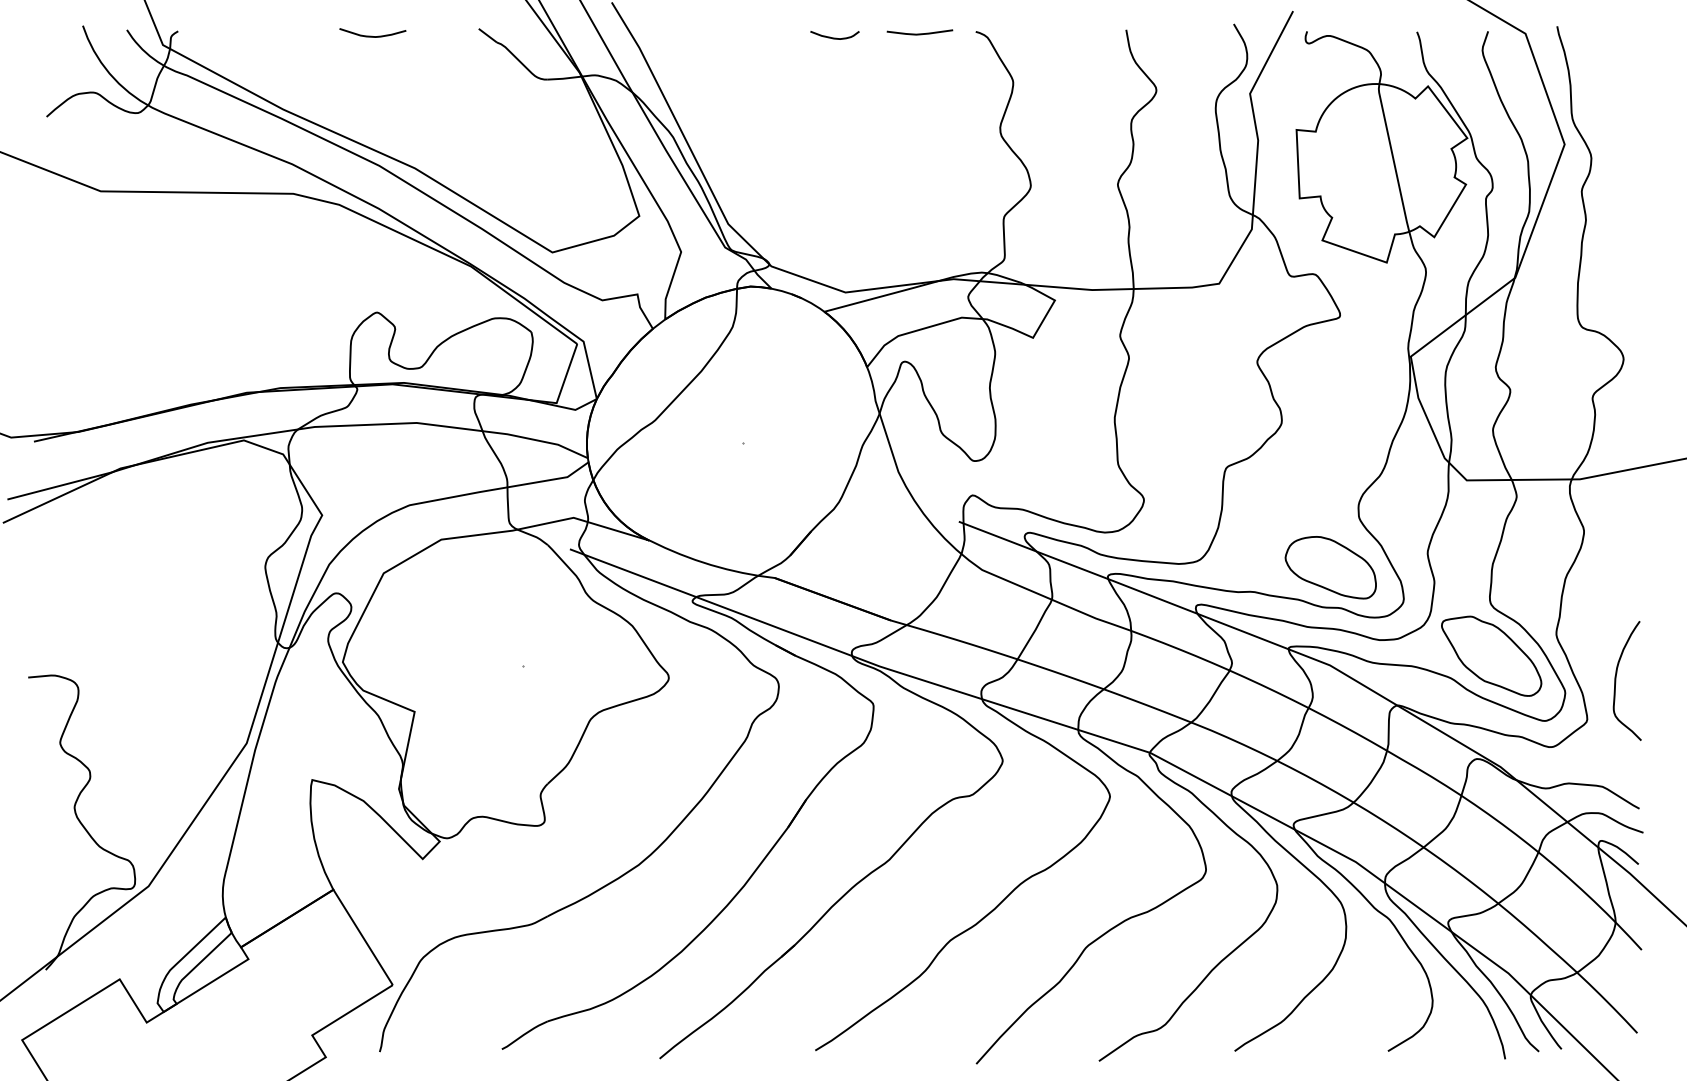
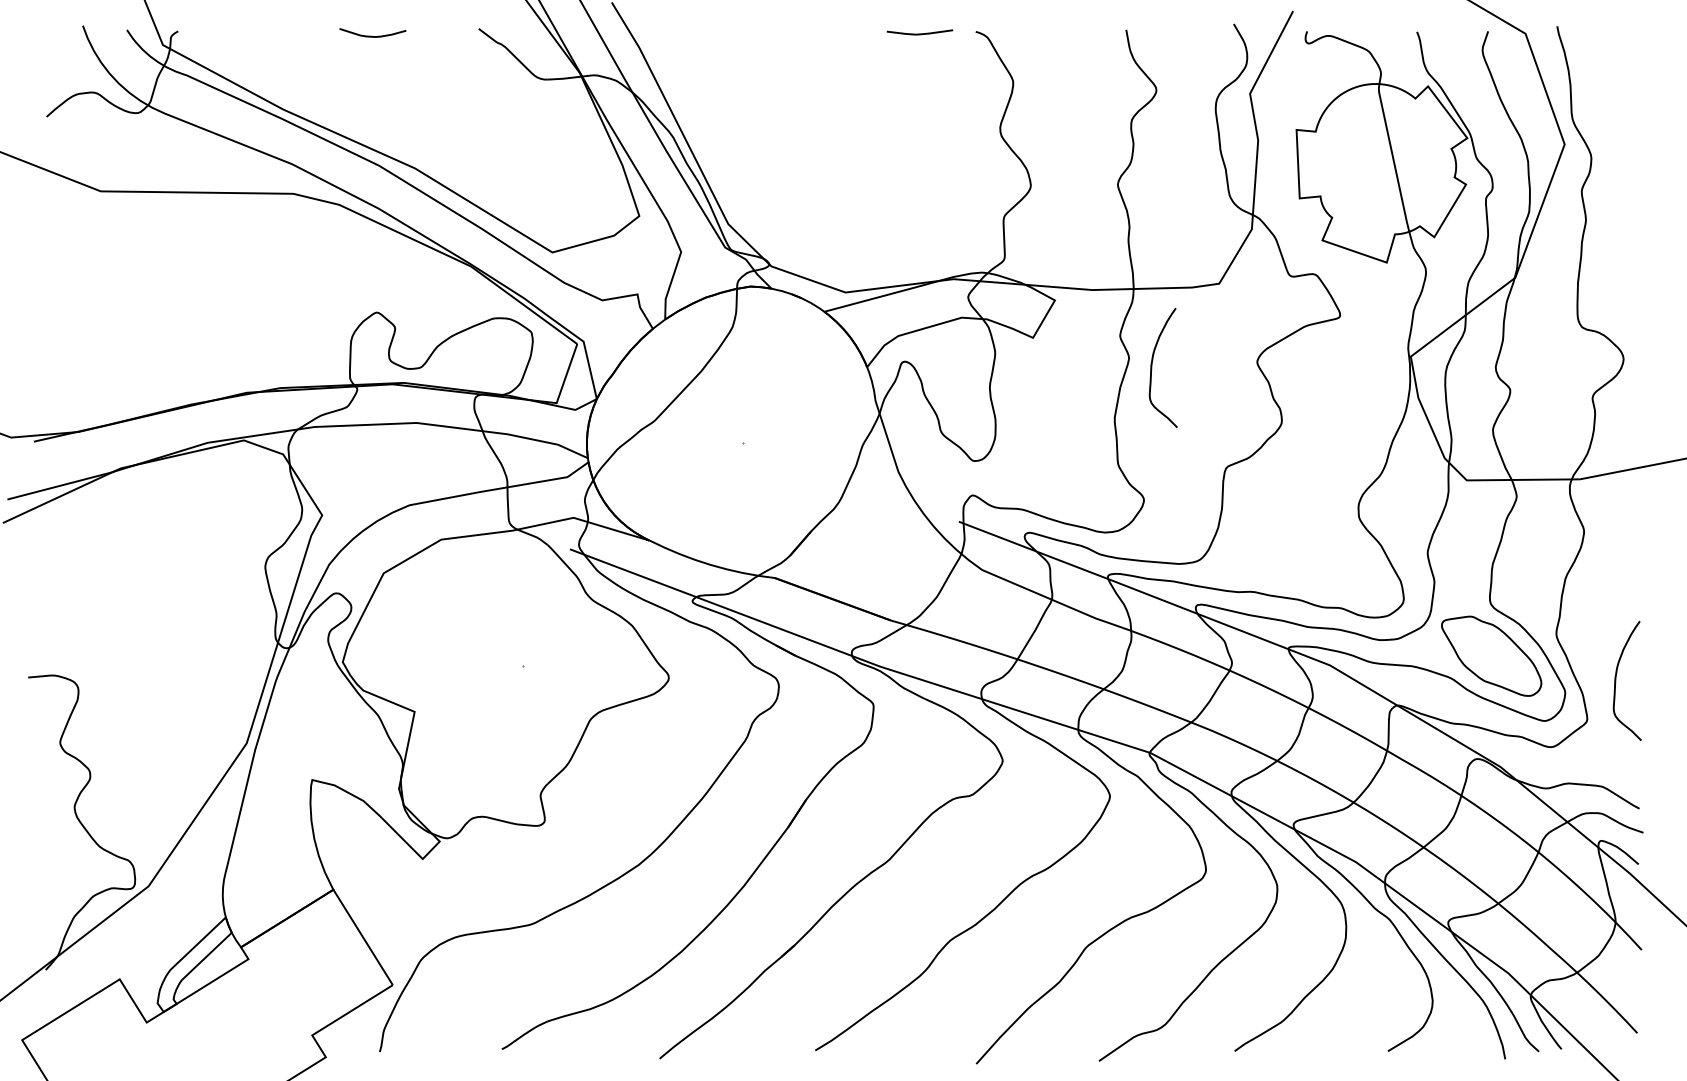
curve at (834, 37): present -> none
curve at (1152, 367): none -> present
part at (1330, 567): present -> none
